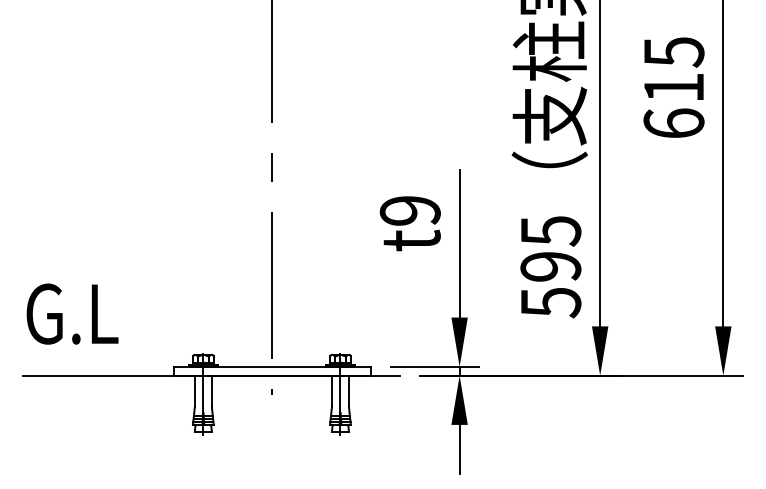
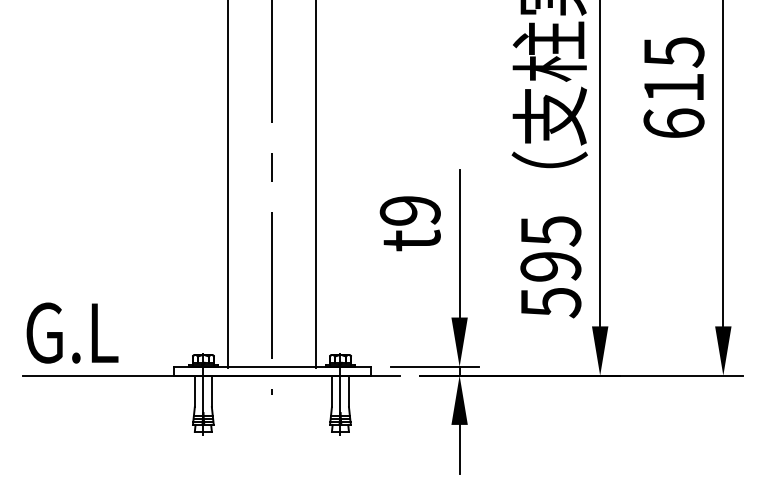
line at (228, 184): none -> present
line at (316, 184): none -> present
text at (72, 313) position: (72, 313) -> (72, 332)
